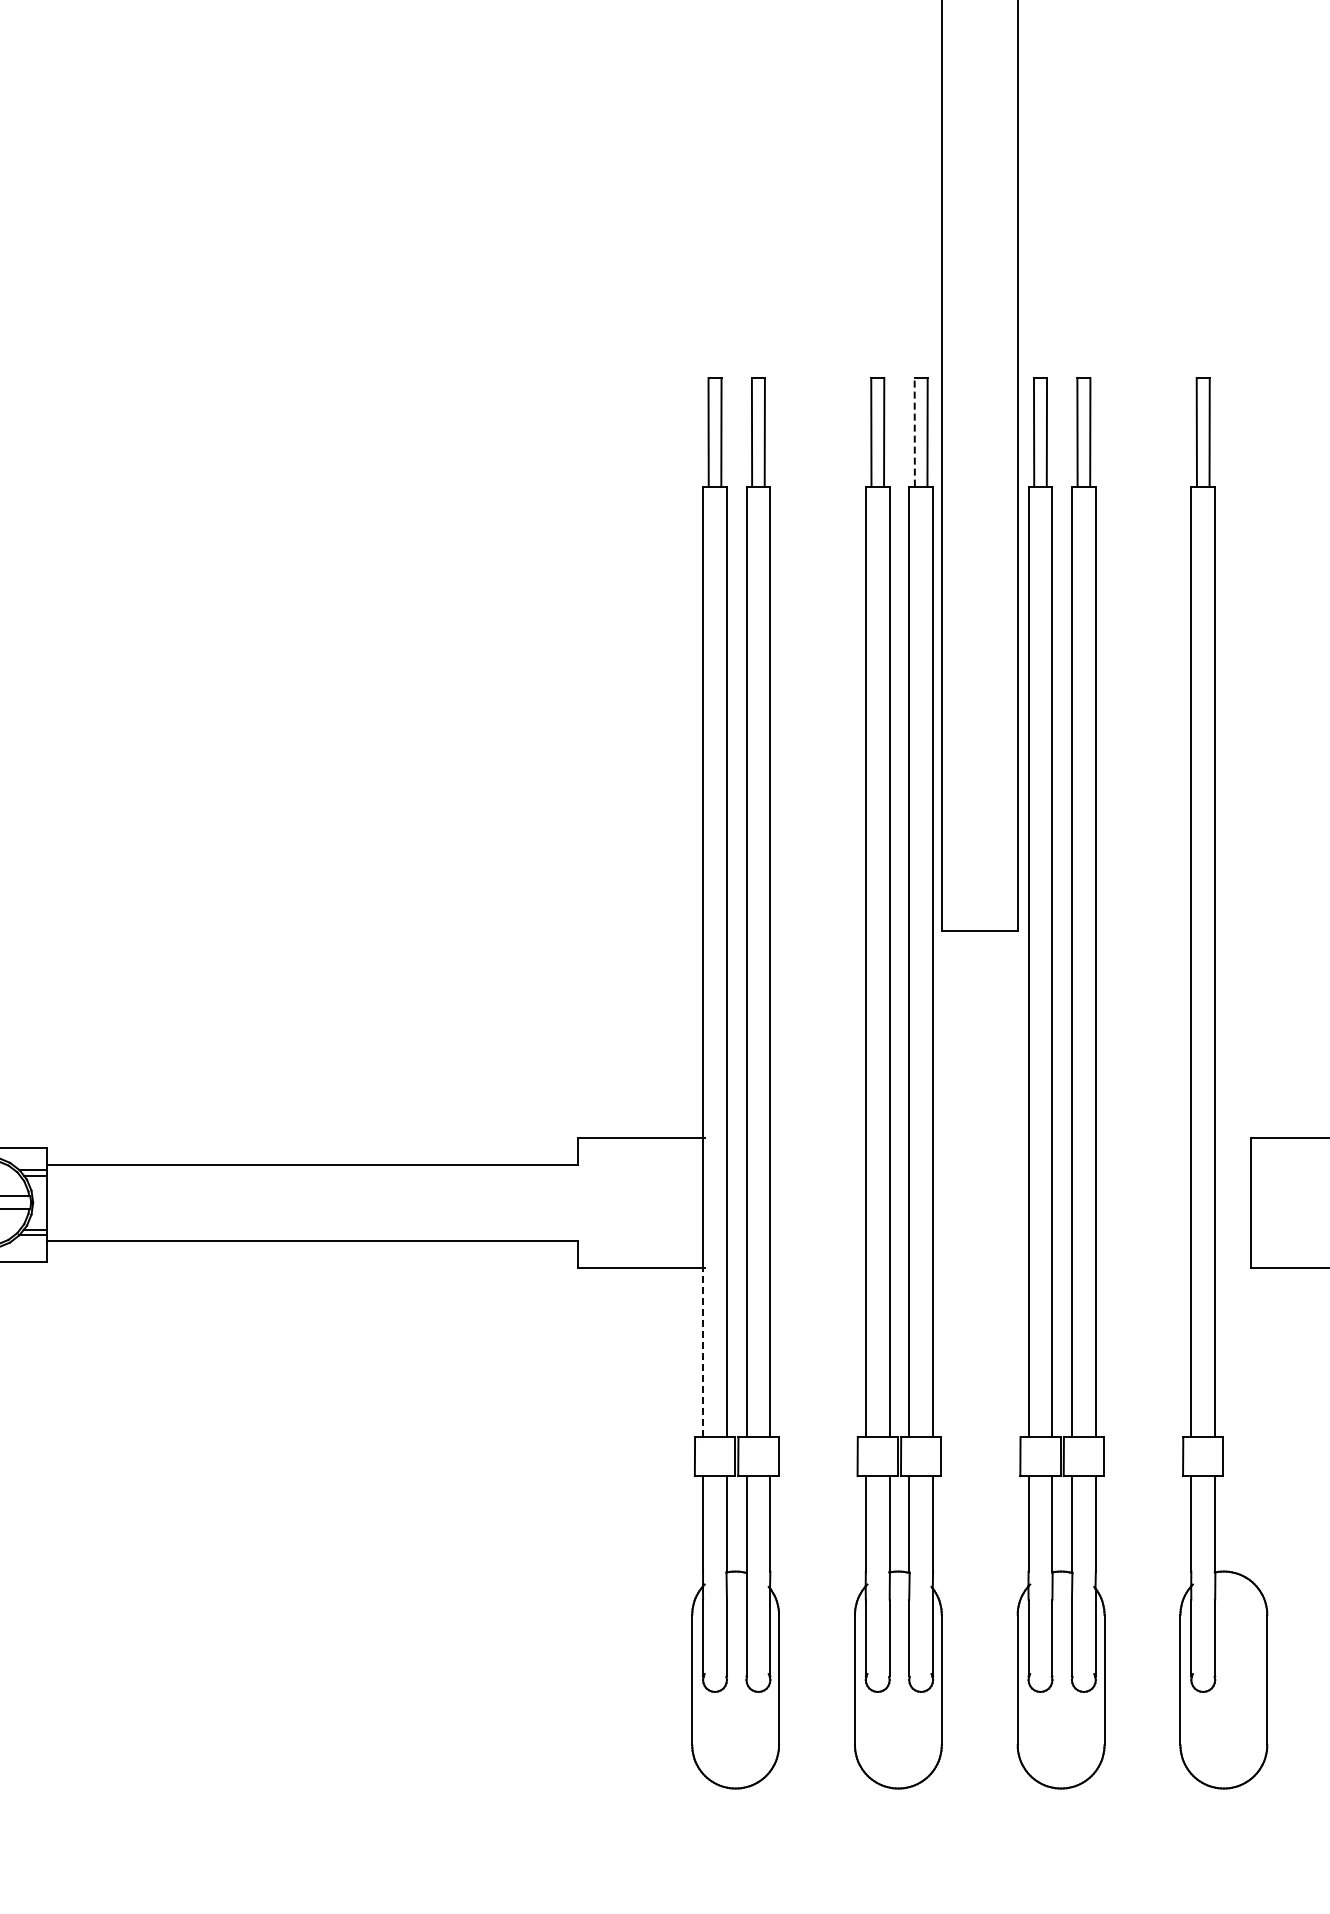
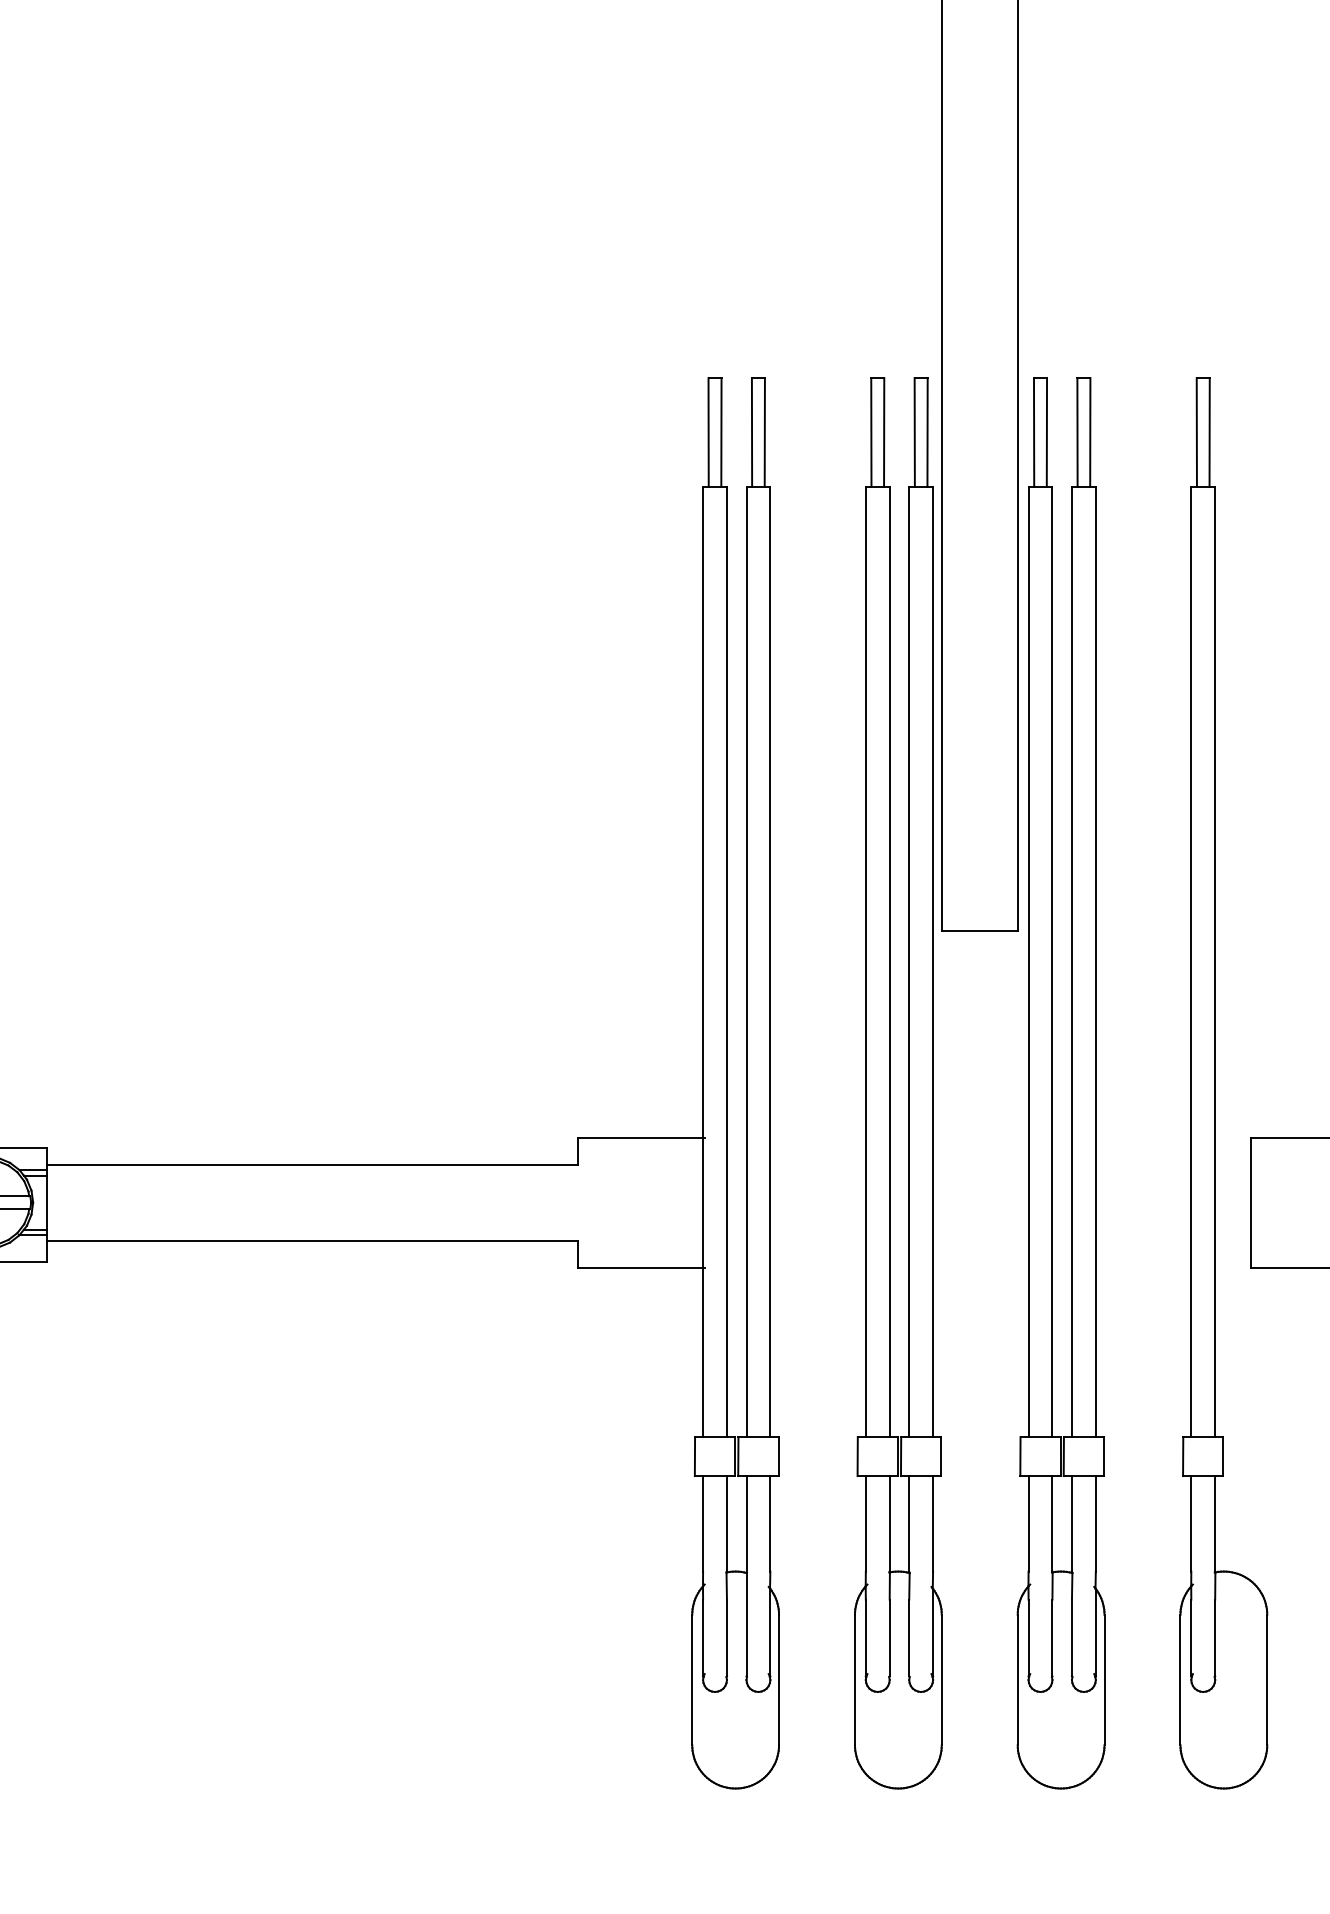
line at (914, 431): dashed -> solid
line at (703, 1352): dashed -> solid
